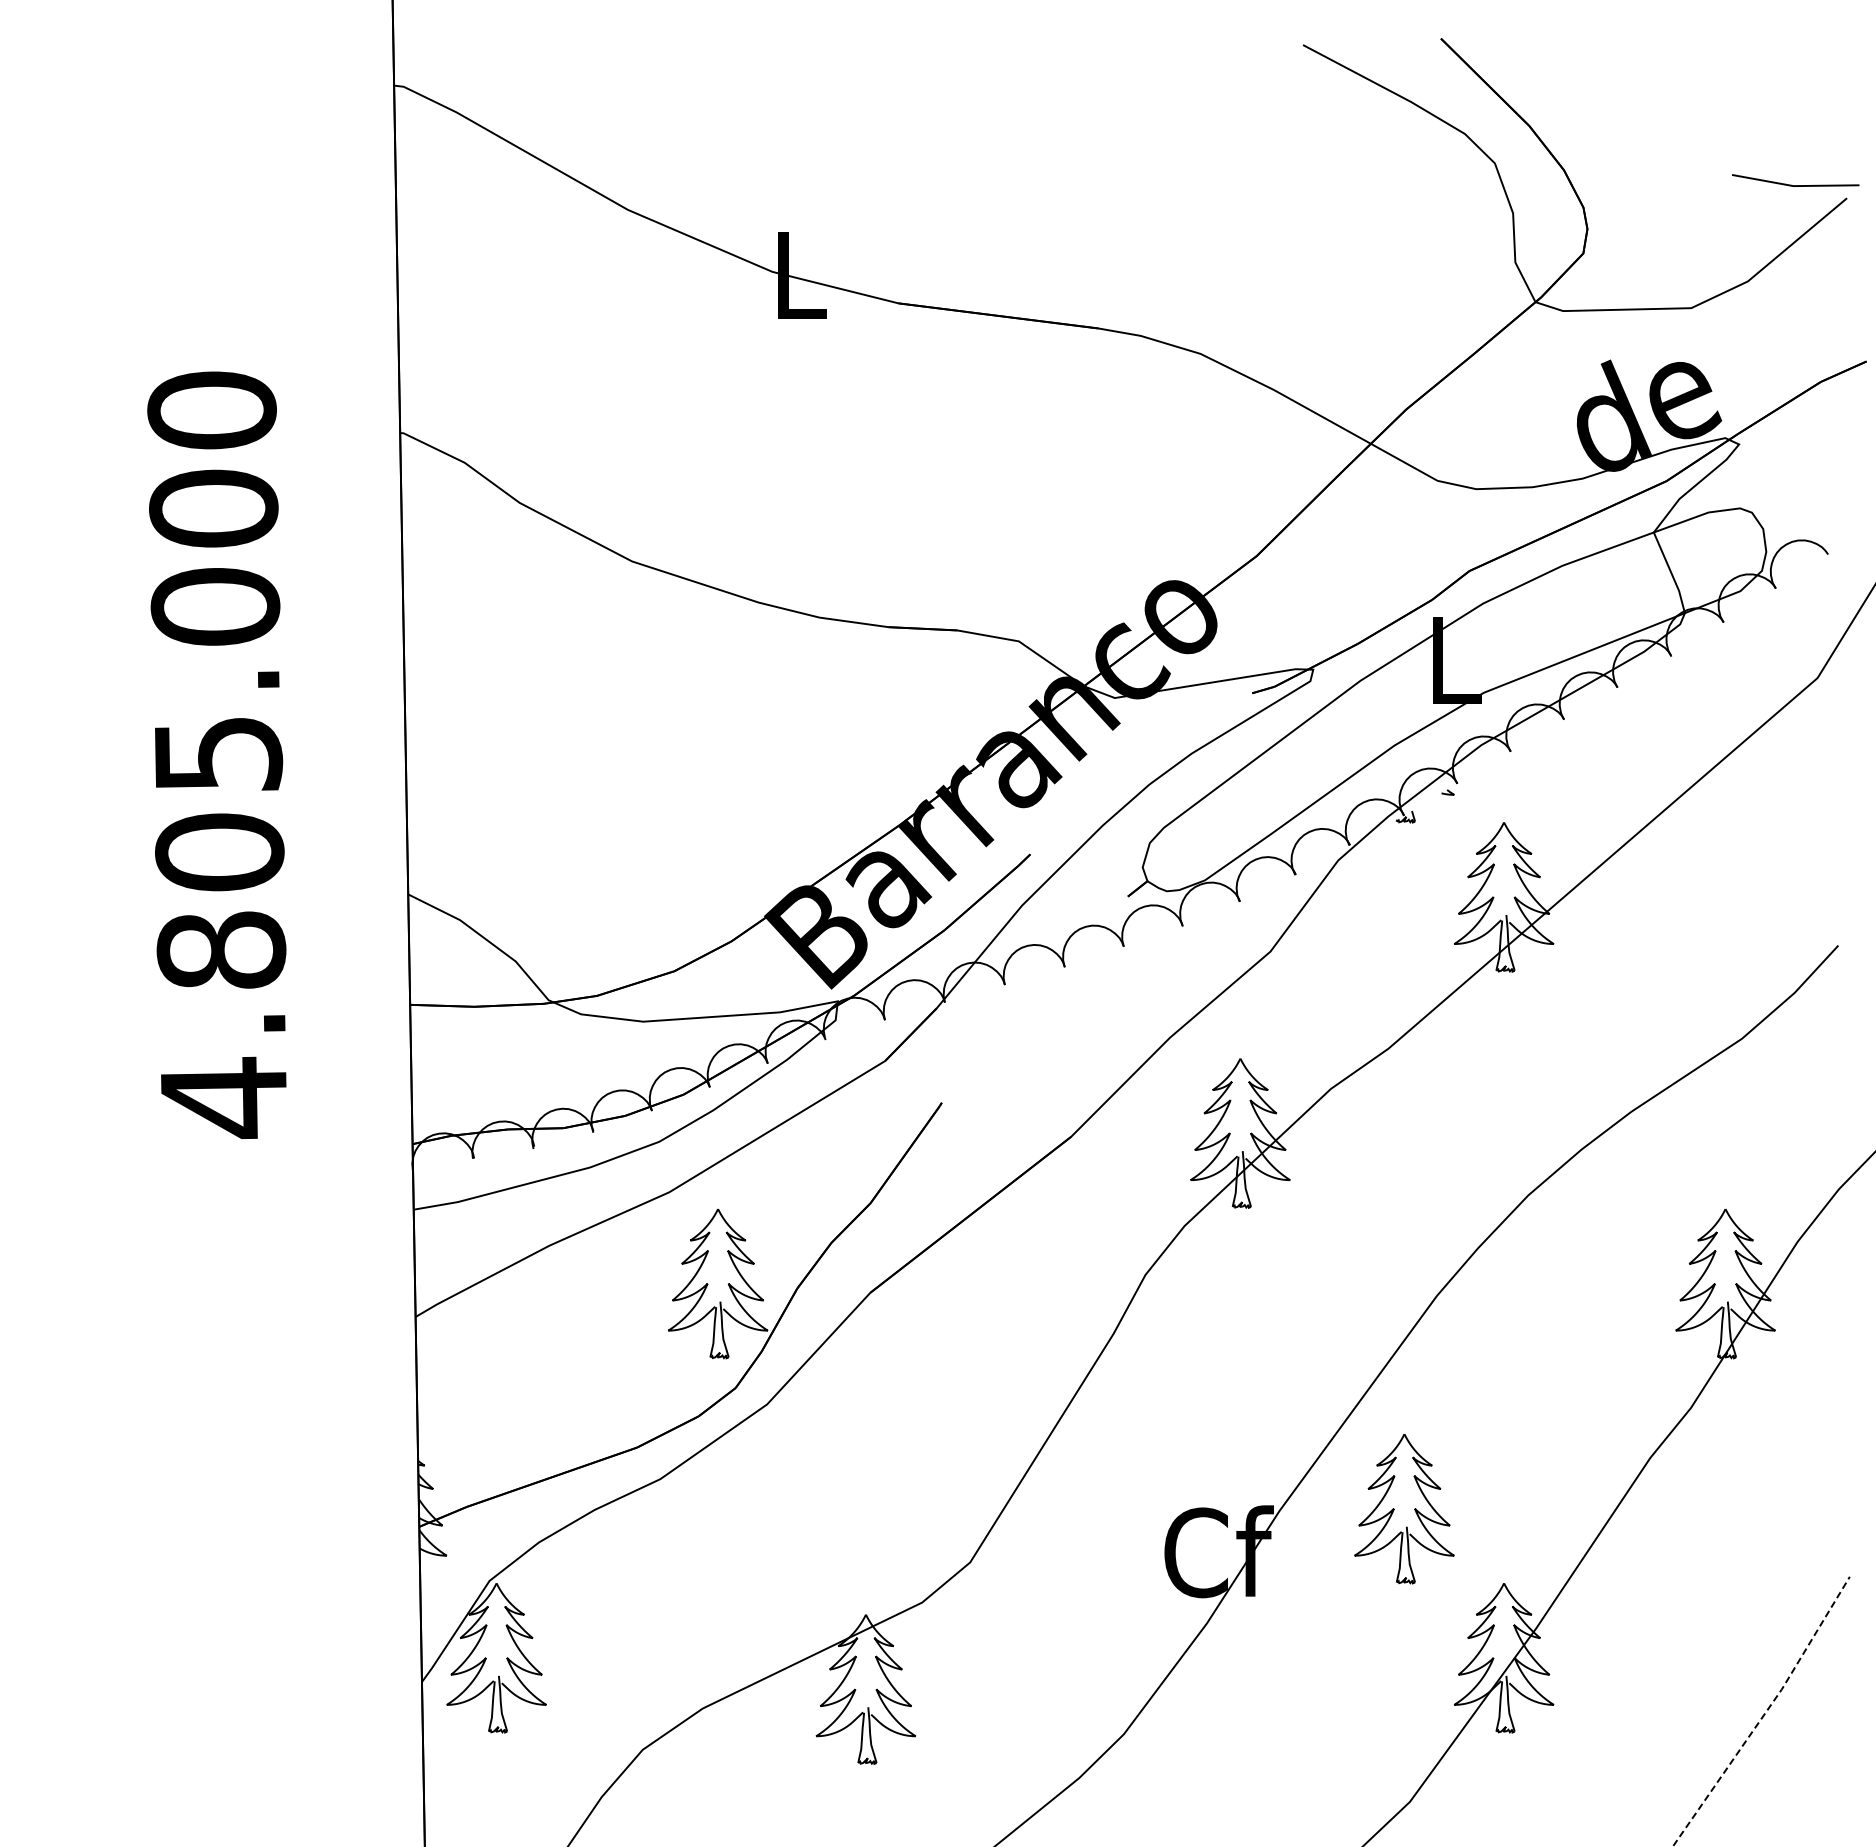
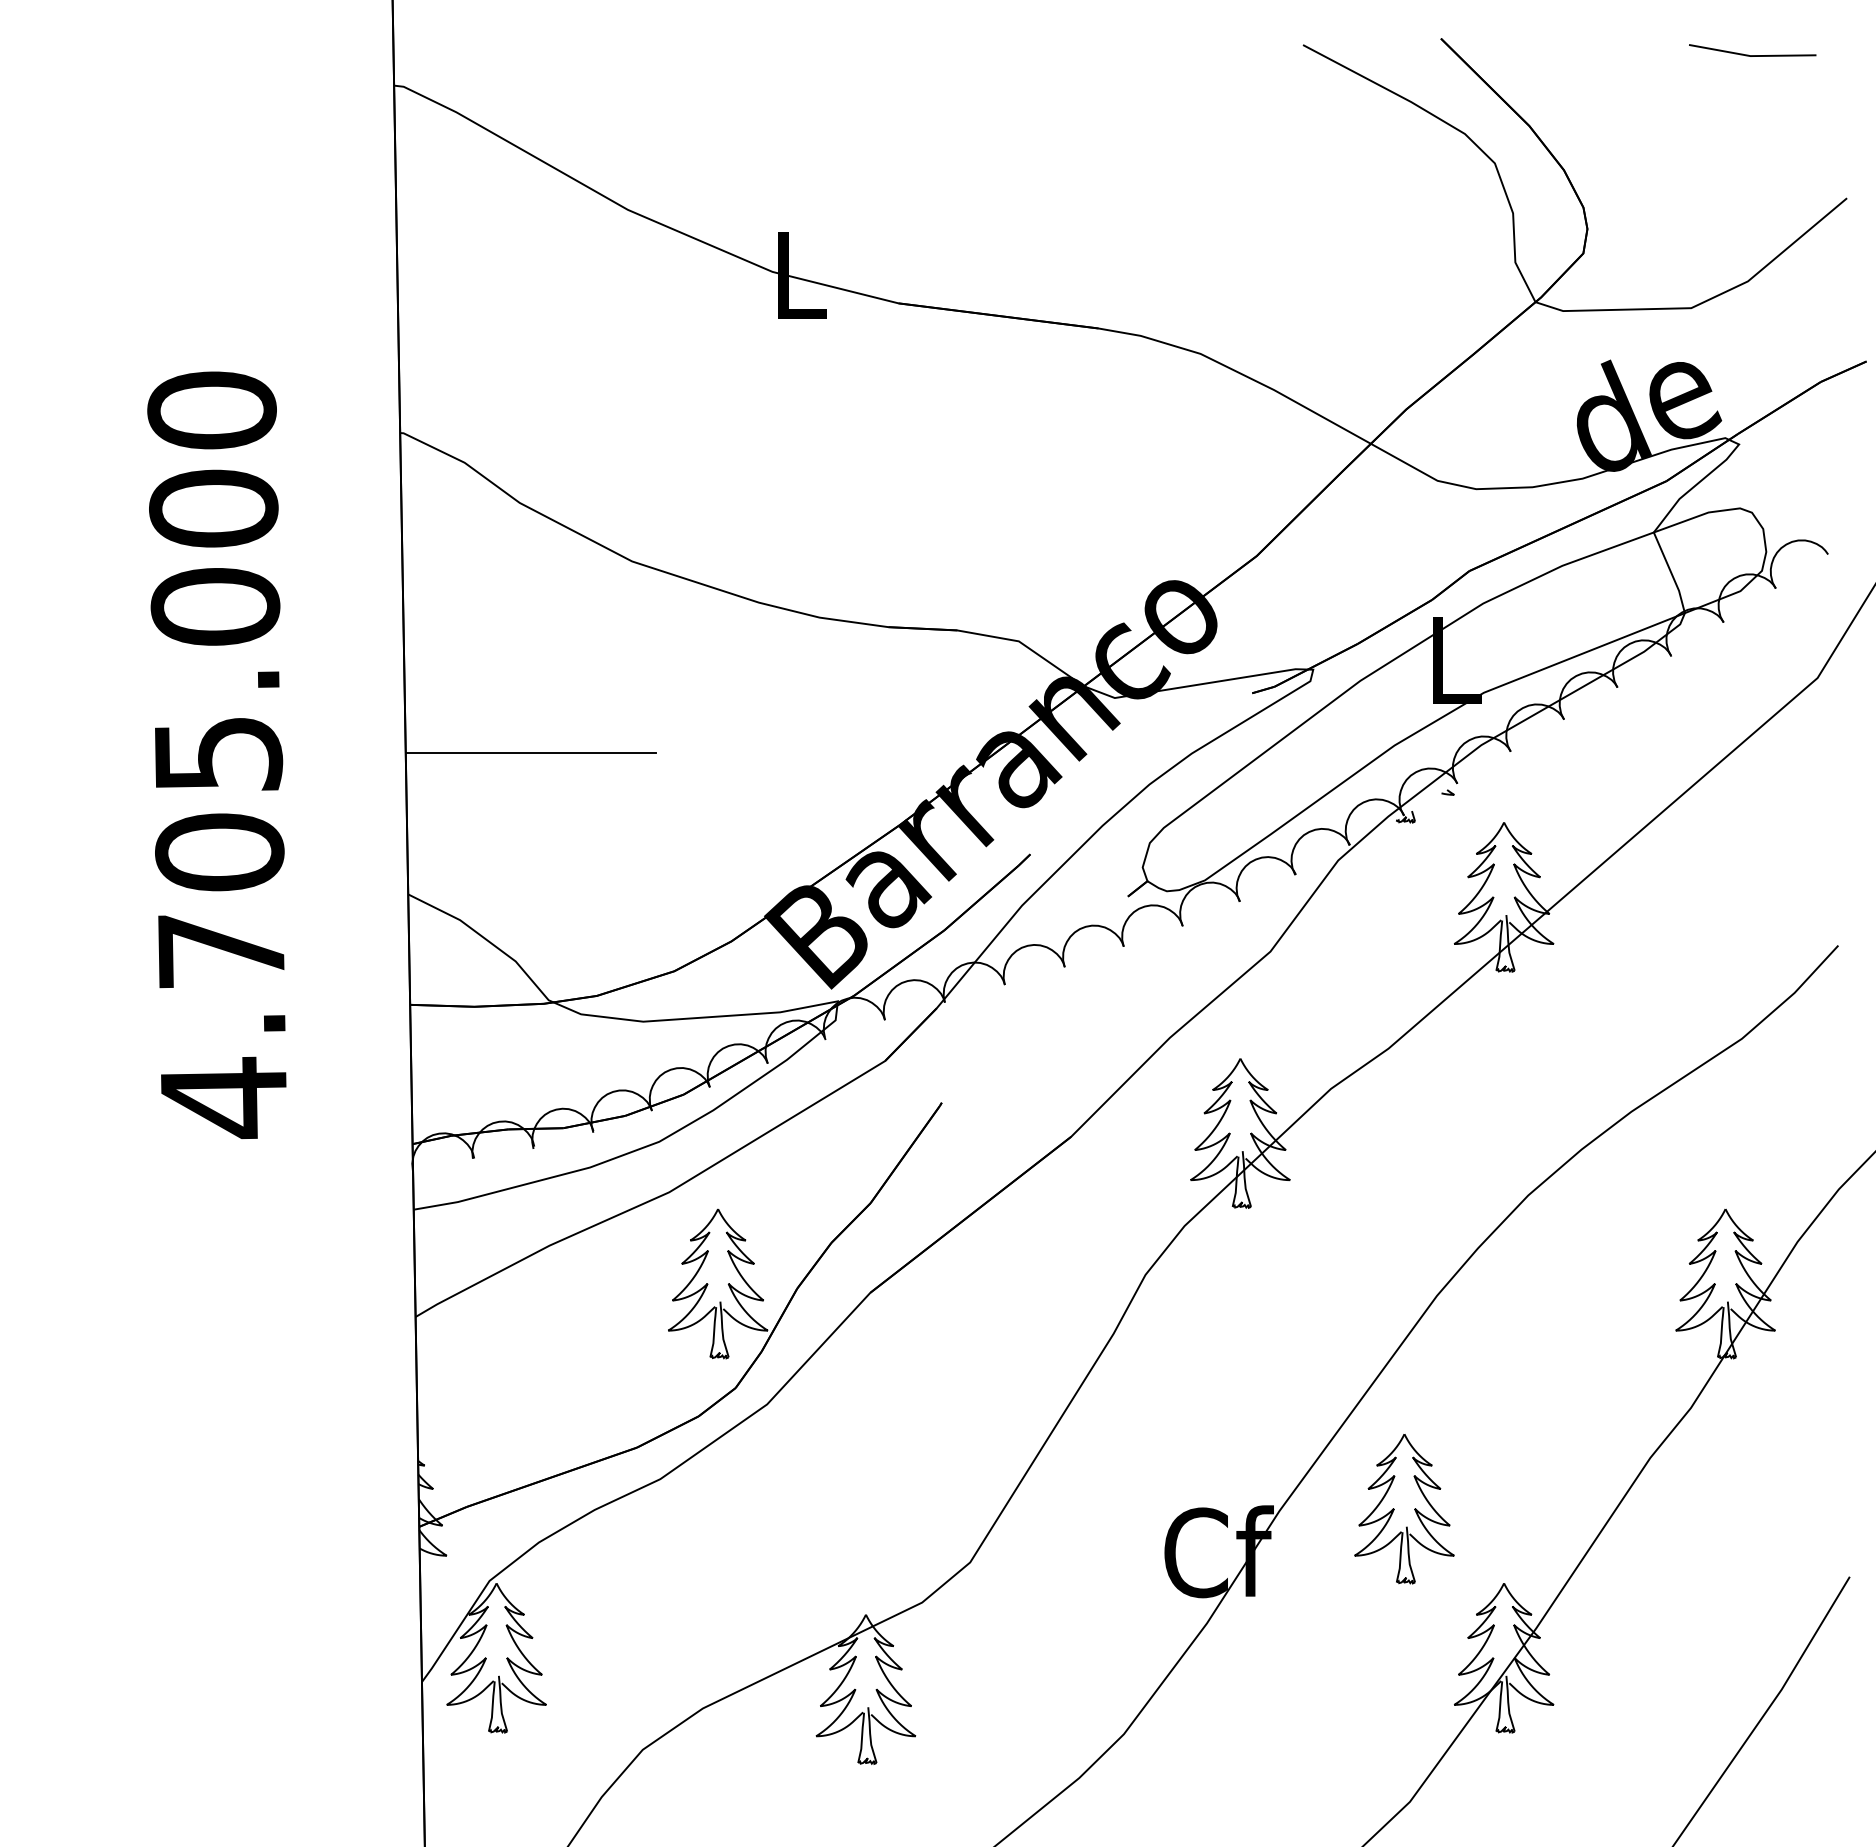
line at (1795, 185) position: (1795, 185) -> (1752, 55)
line at (530, 753): none -> present
text at (221, 949): 4.805.000 -> 4.705.000
line at (1765, 1713): dashed -> solid
